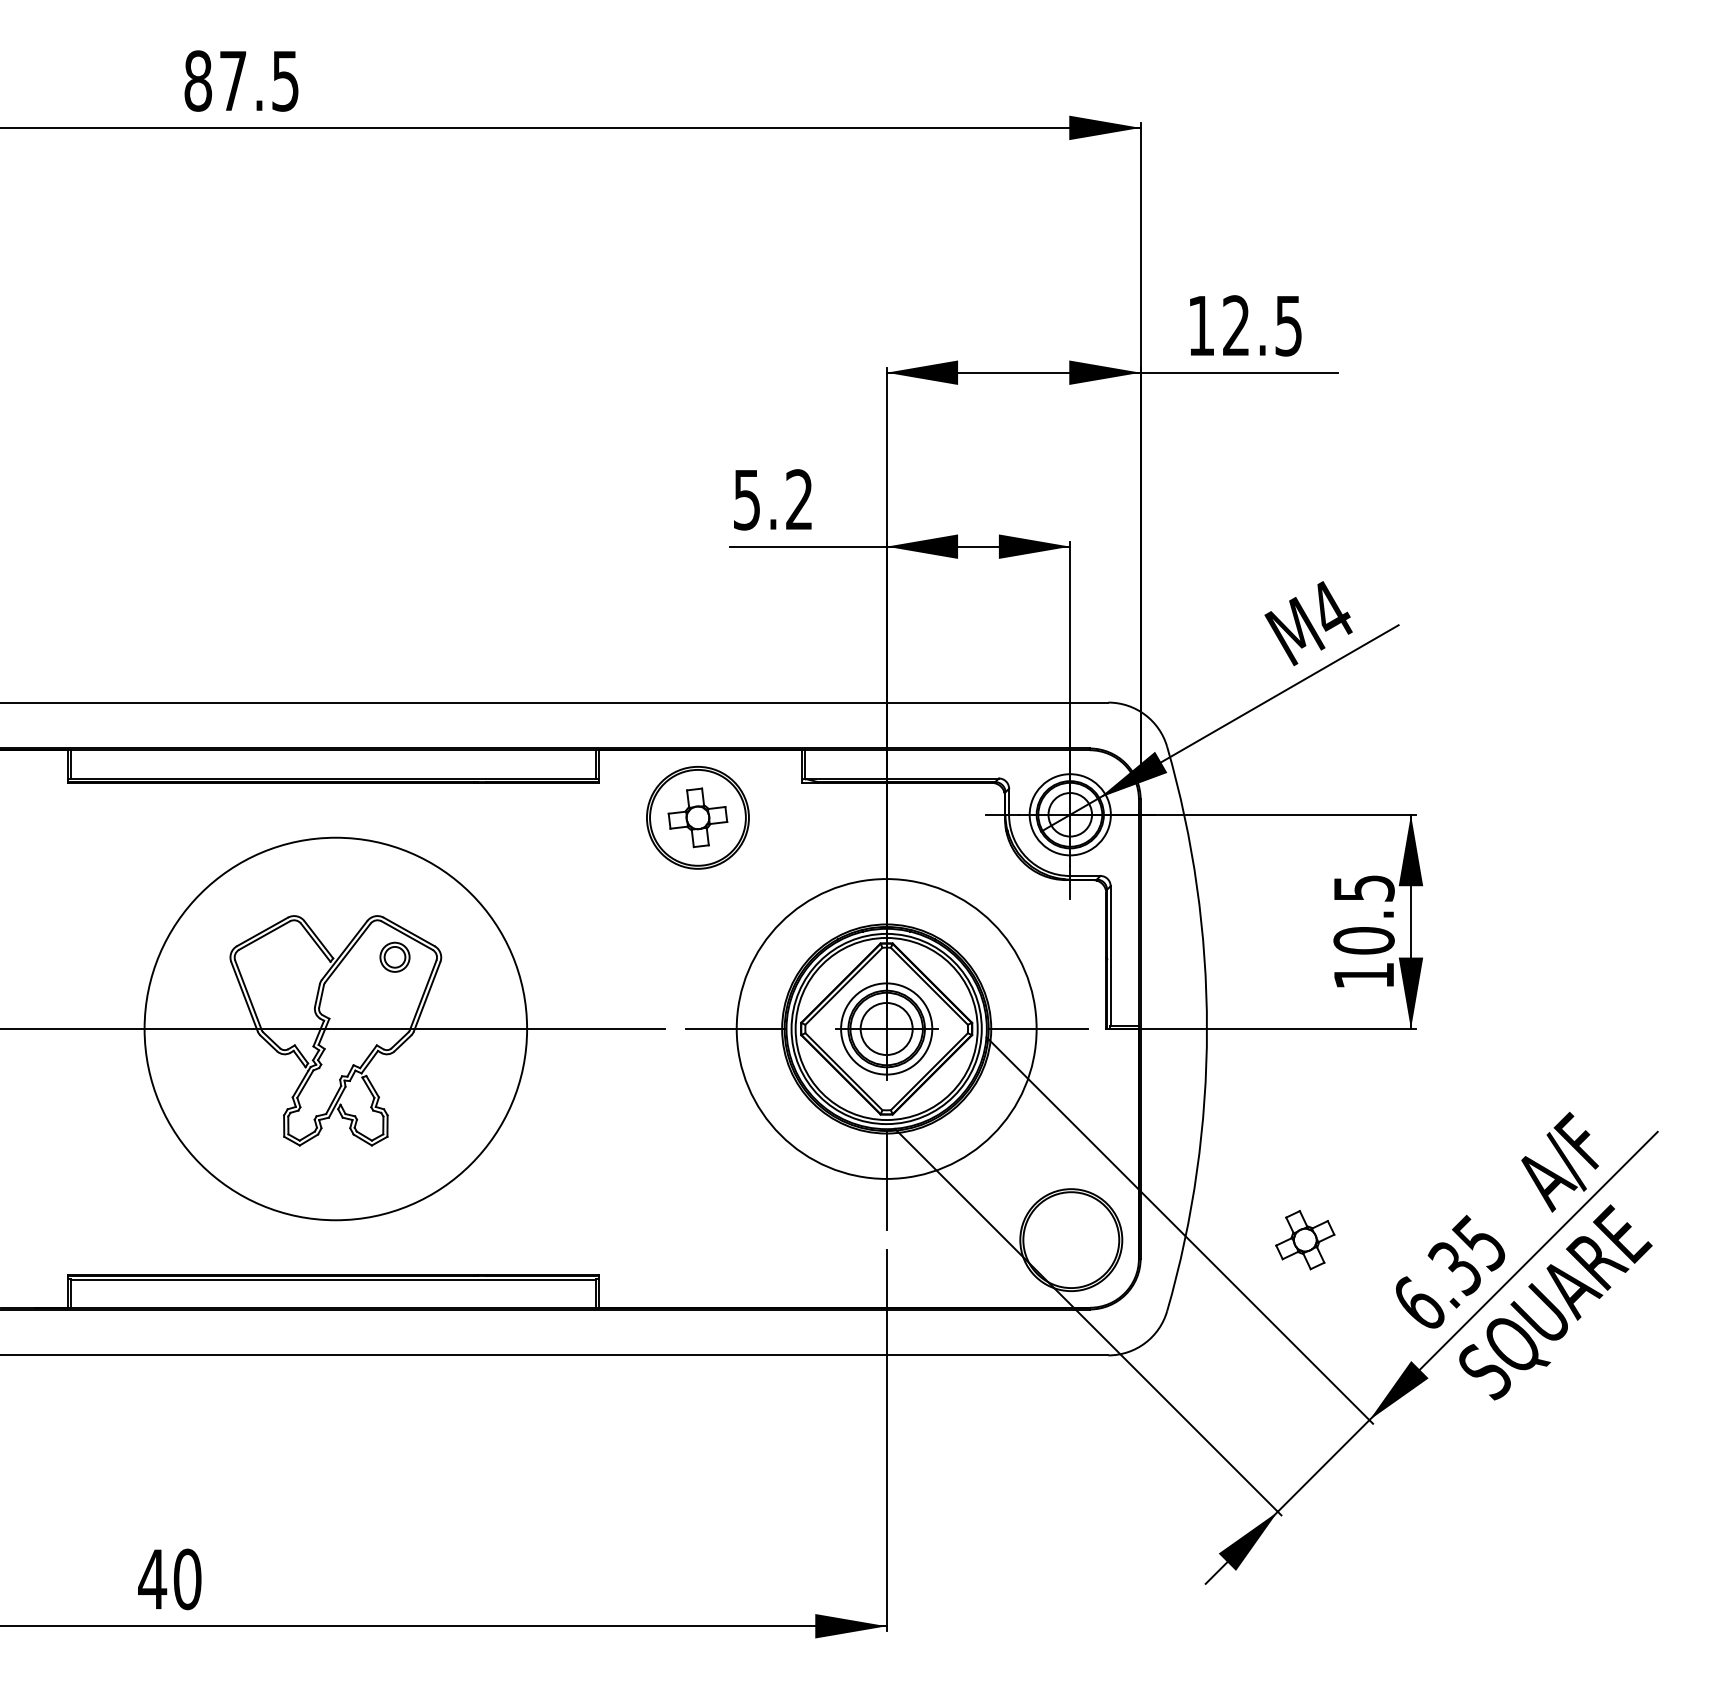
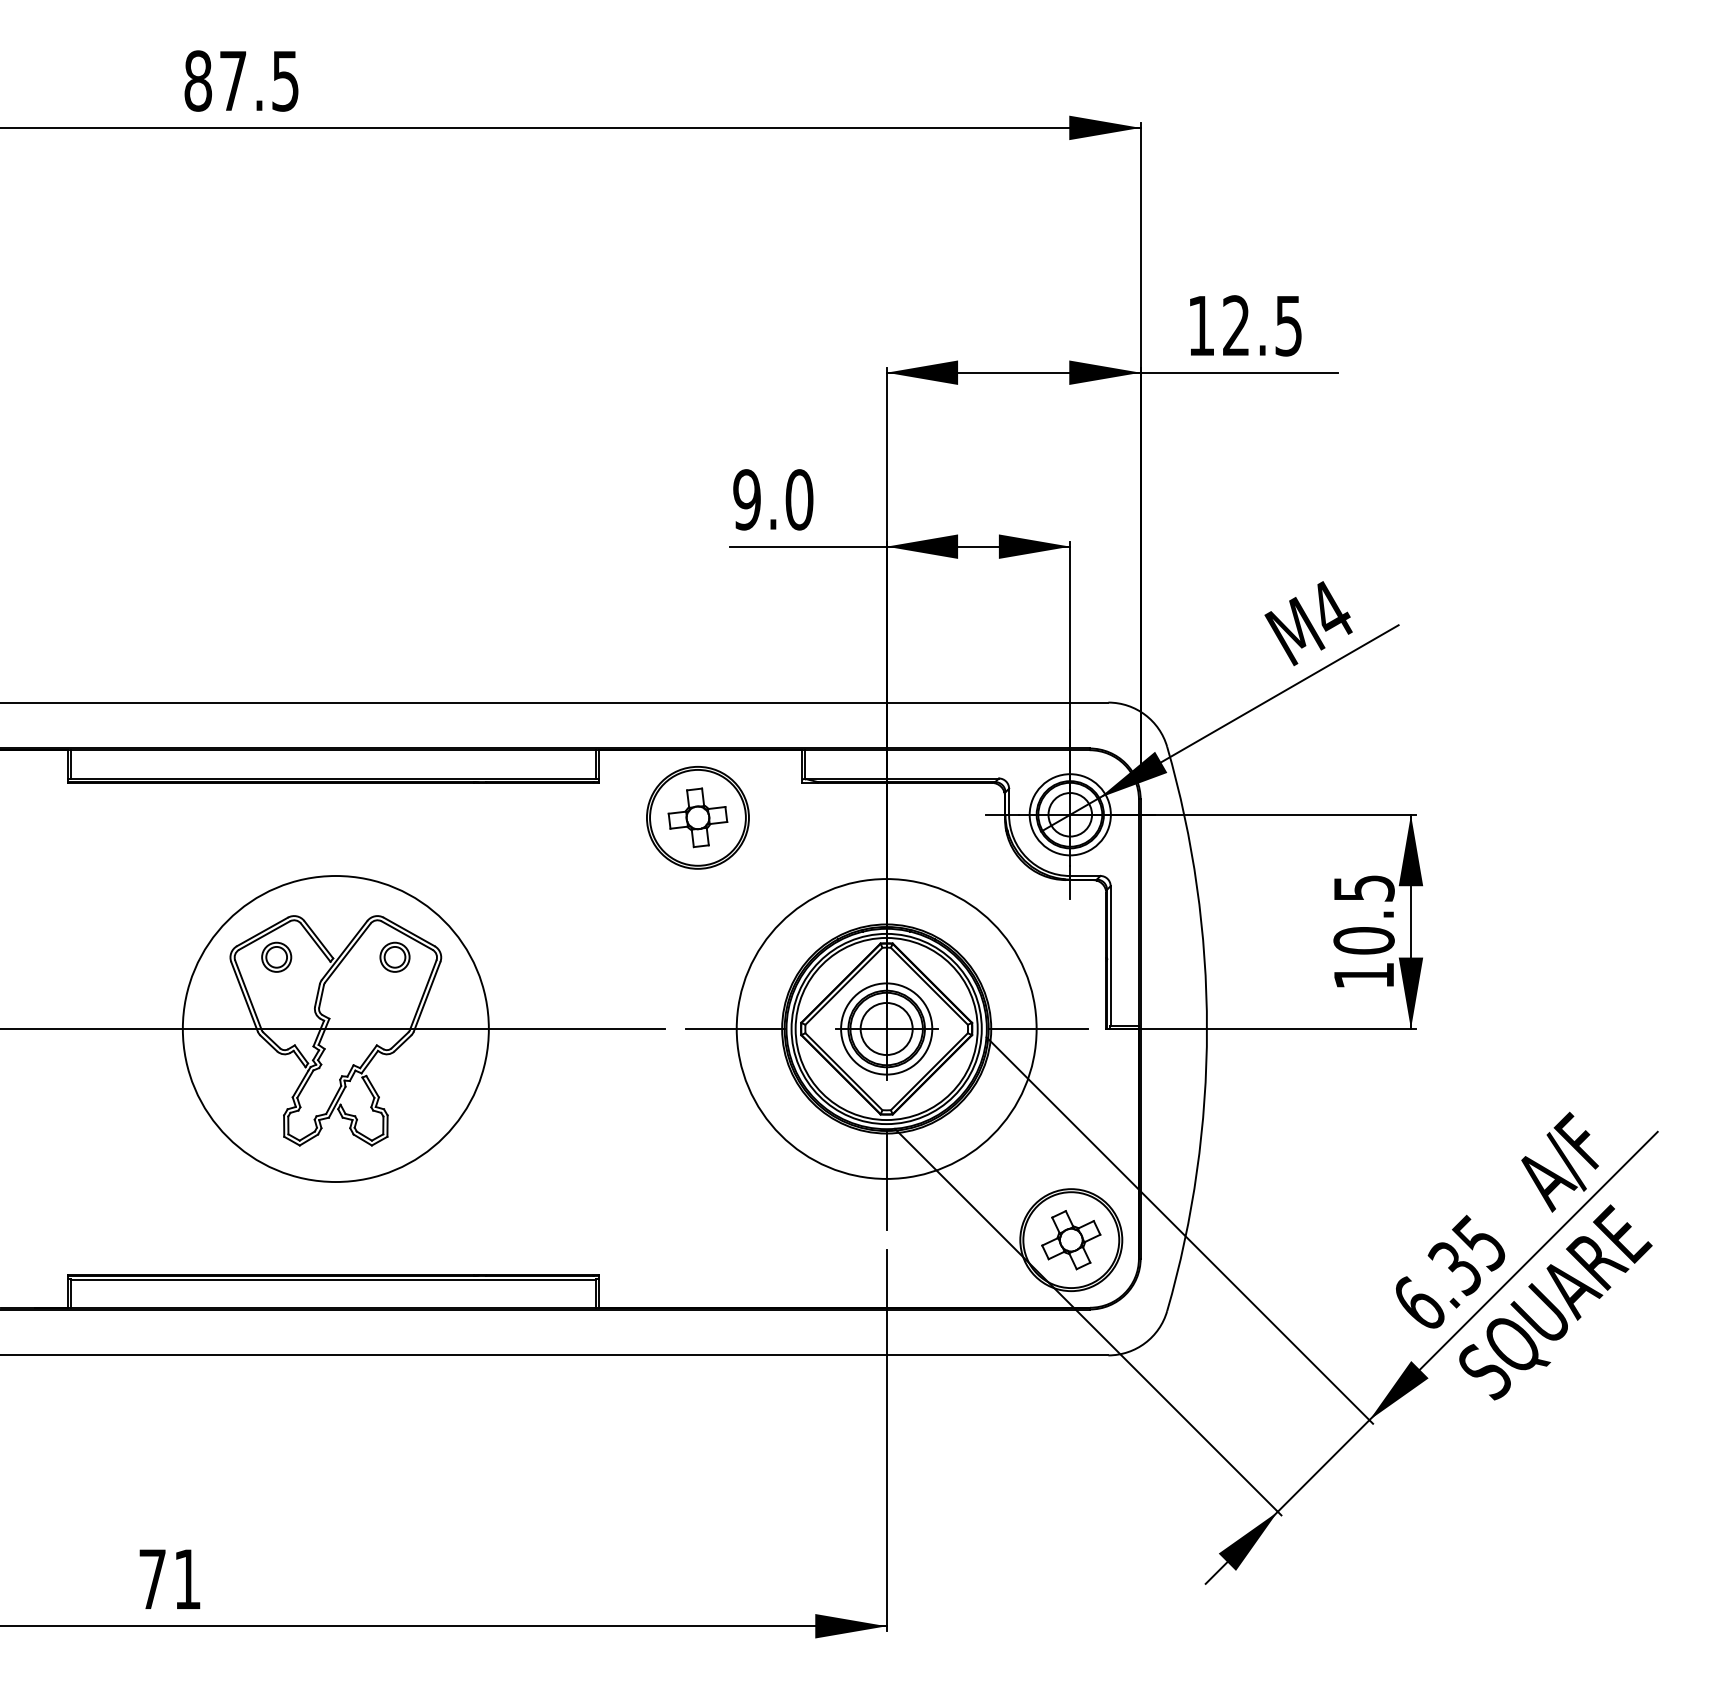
text at (773, 499): 5.2 -> 9.0
part at (276, 956): none -> present
circle at (335, 1028) diameter: 383 px -> 306 px
part at (1305, 1240) position: (1305, 1240) -> (1071, 1240)
text at (169, 1579): 40 -> 71
